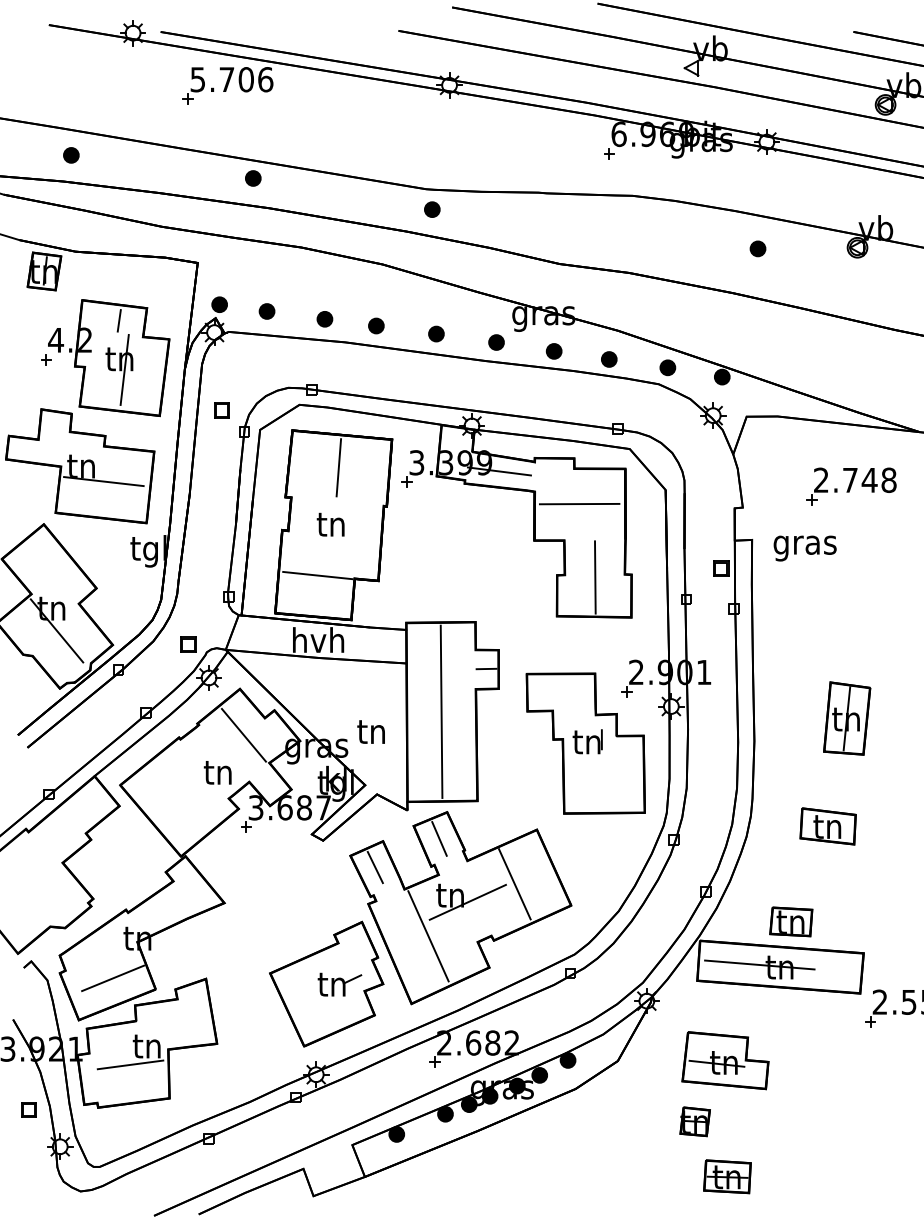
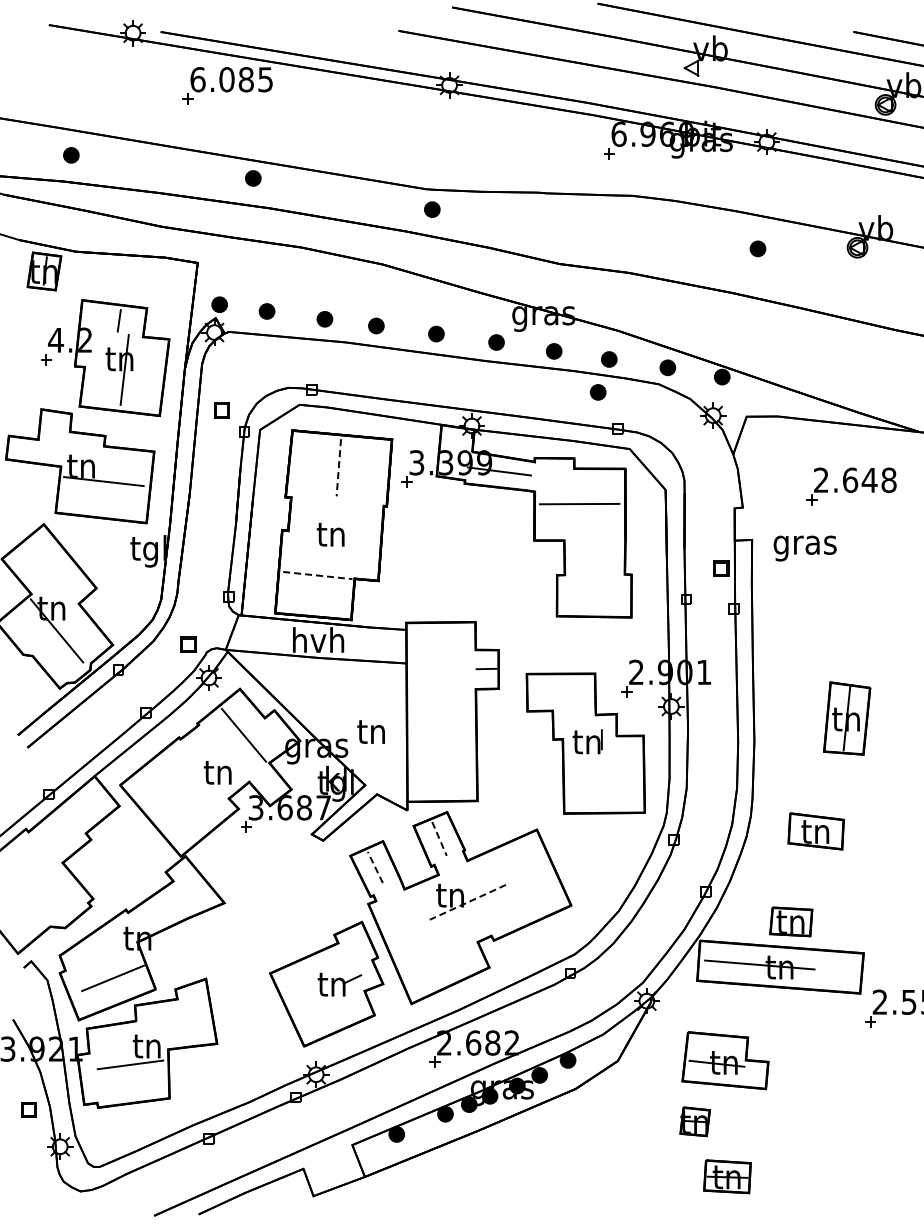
text at (231, 79): 5.706 -> 6.085
part at (597, 392): none -> present
line at (338, 467): solid -> dashed
text at (850, 479): 2.748 -> 2.648
text at (330, 524) position: (330, 524) -> (330, 534)
line at (317, 575): solid -> dashed
line at (595, 577): present -> none
line at (441, 711): present -> none
part at (827, 826) position: (827, 826) -> (815, 831)
line at (439, 839): solid -> dashed
line at (375, 867): solid -> dashed
line at (514, 884): present -> none
line at (467, 902): solid -> dashed
line at (428, 936): present -> none
